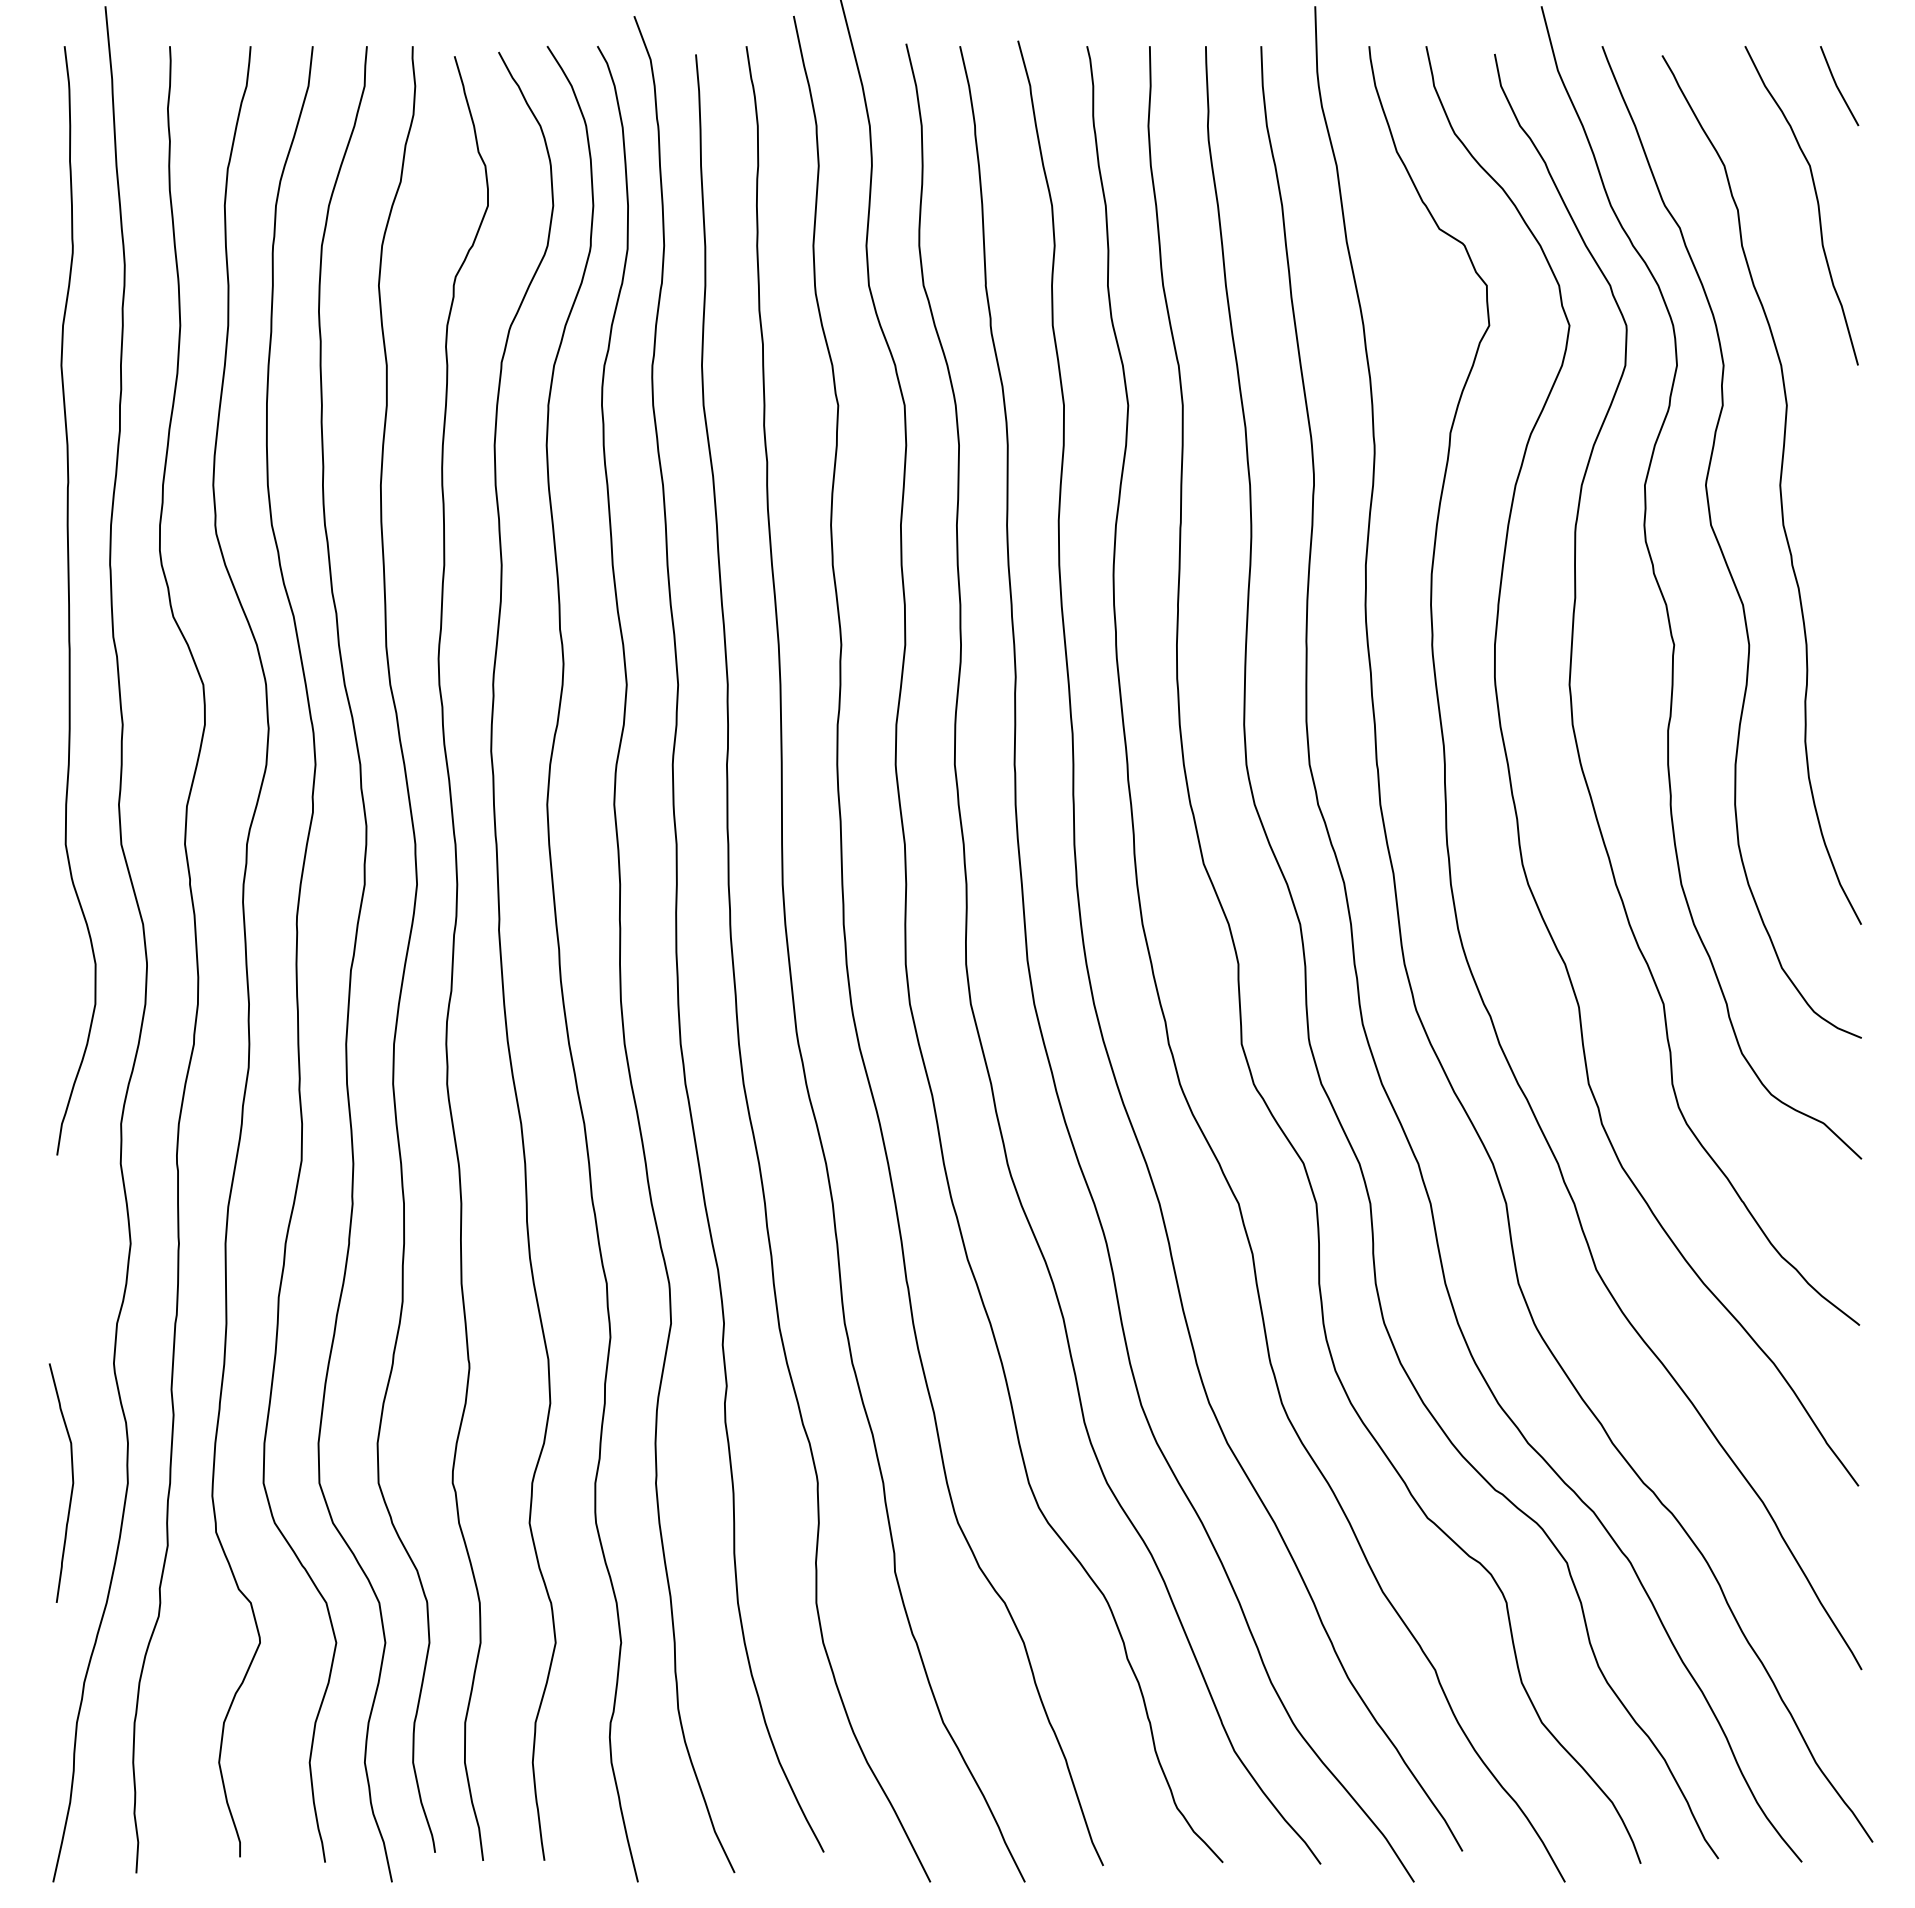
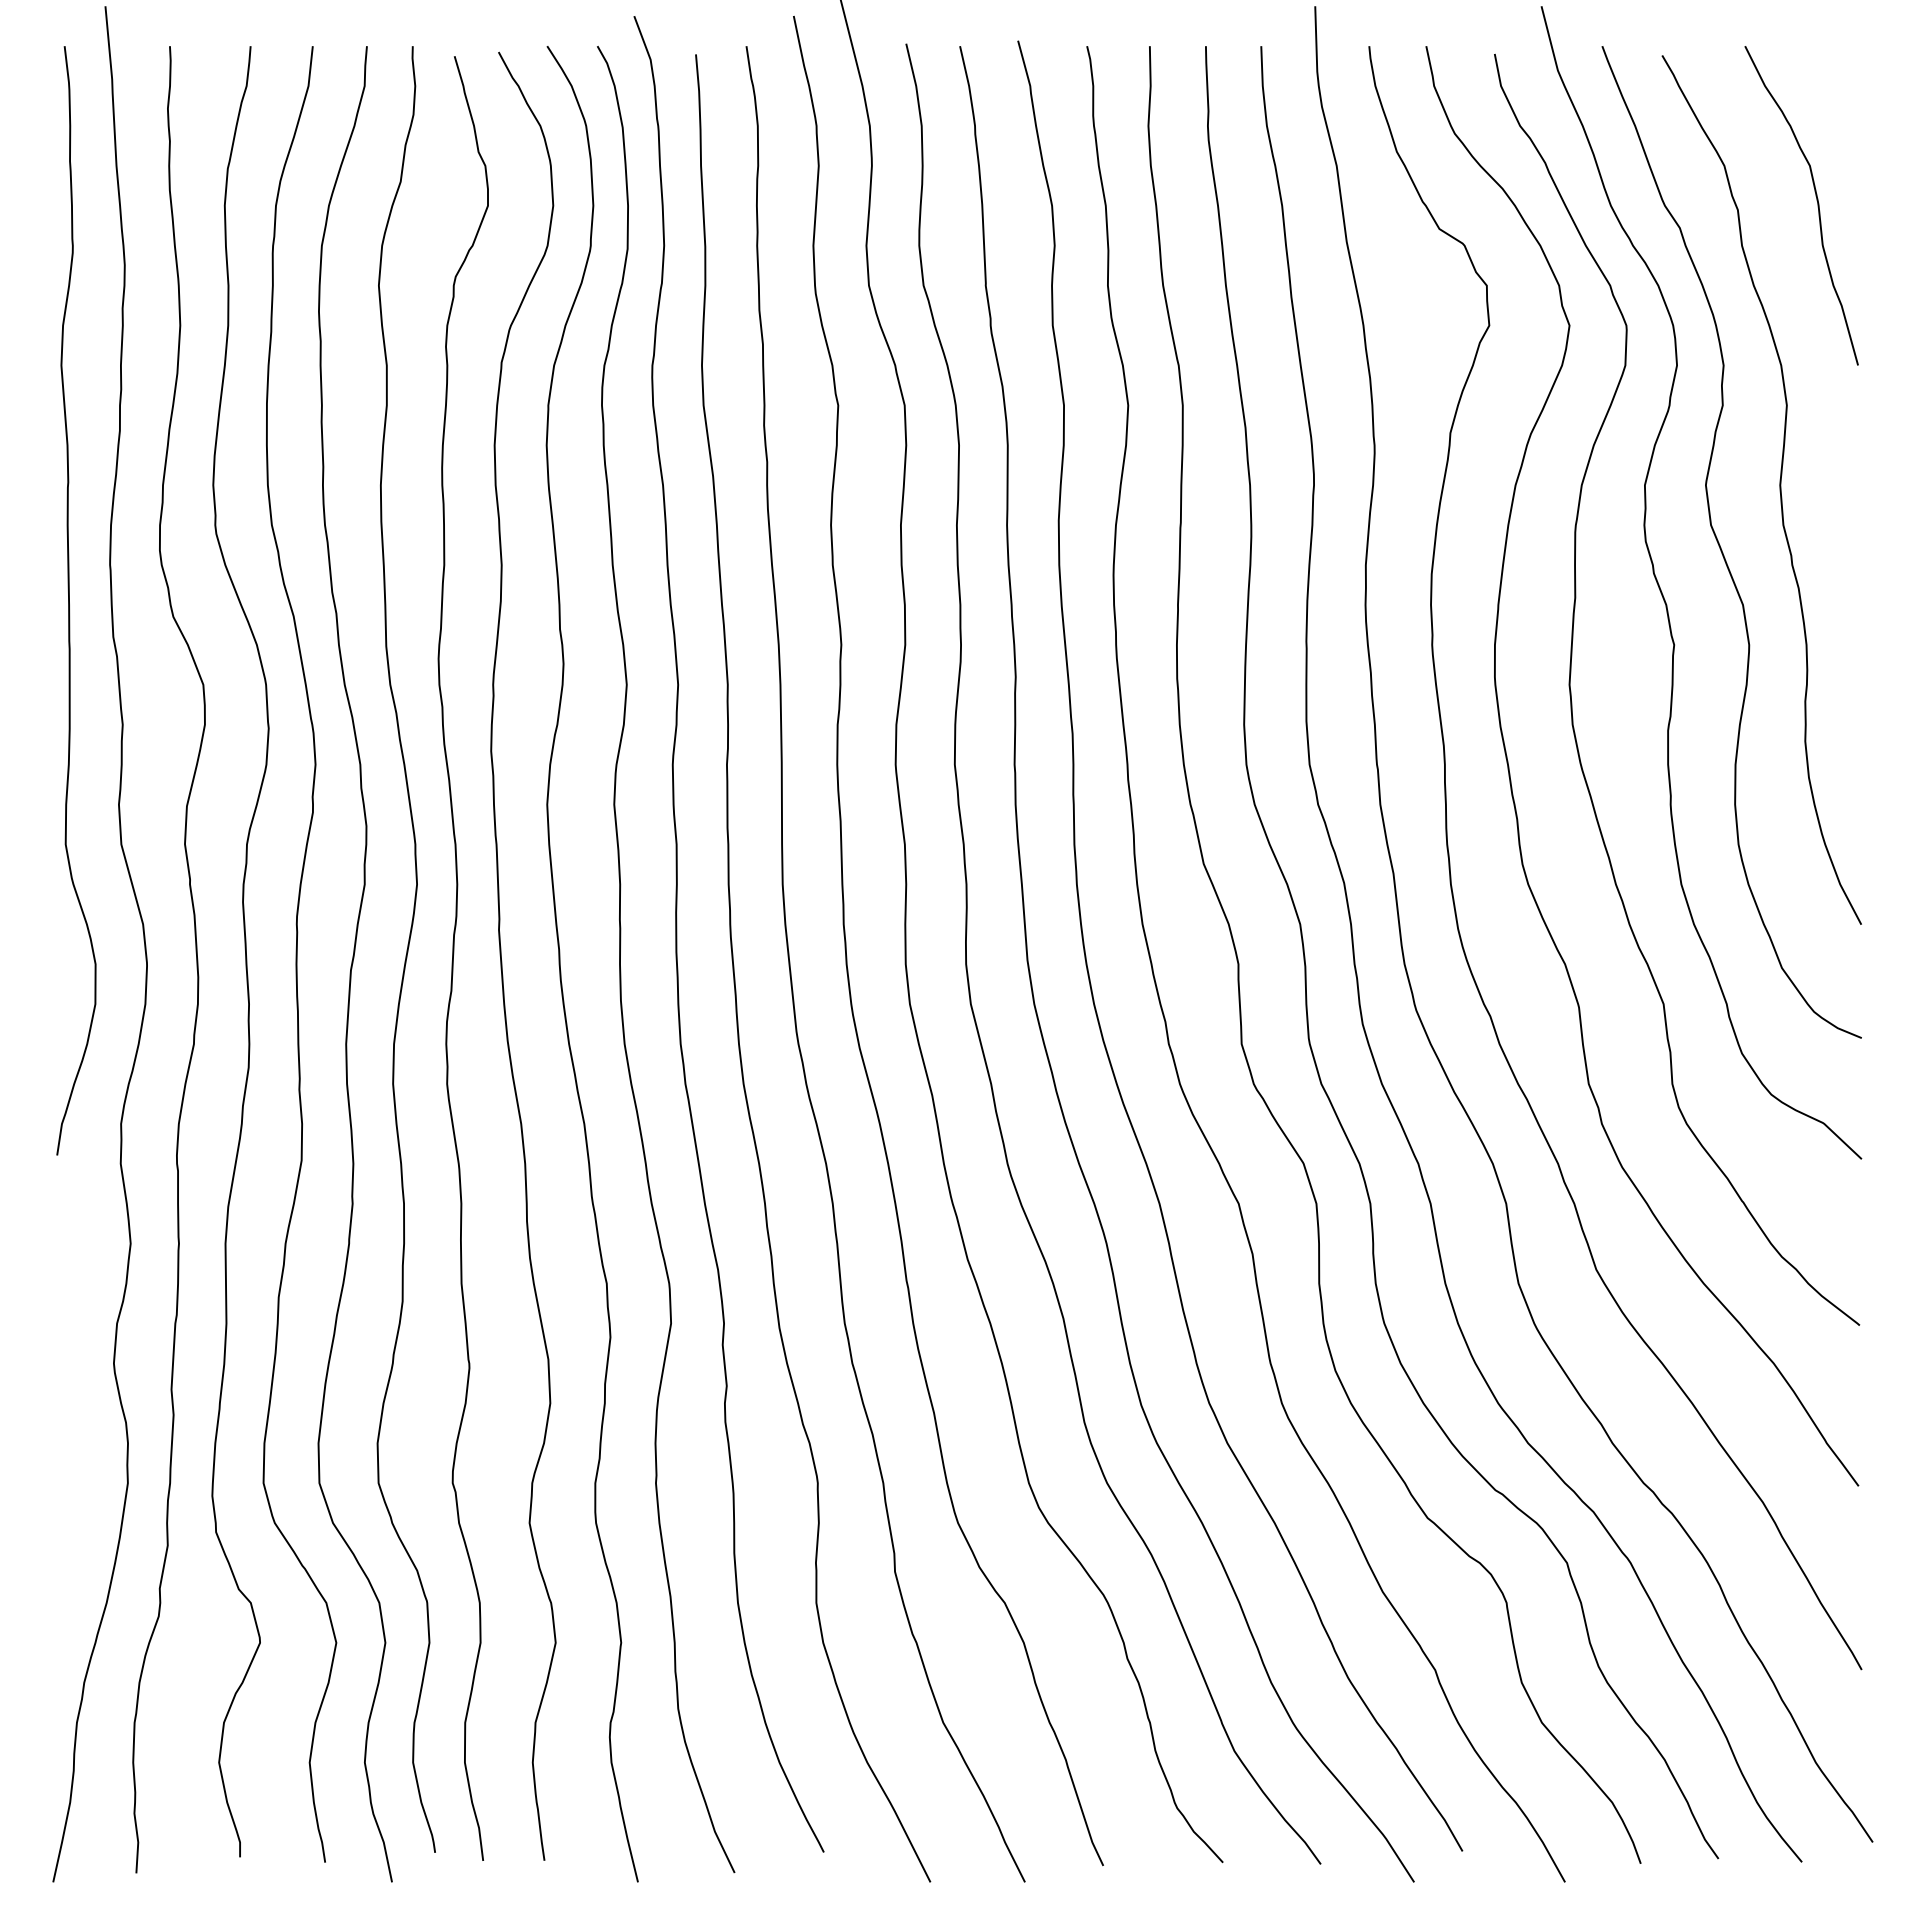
line at (1838, 87): present -> none
curve at (71, 1486): present -> none
